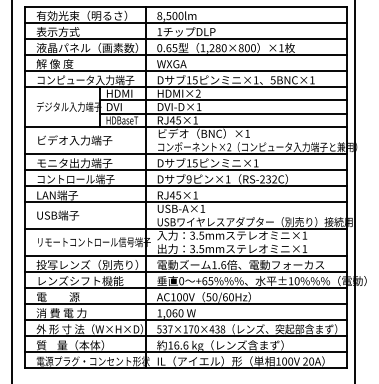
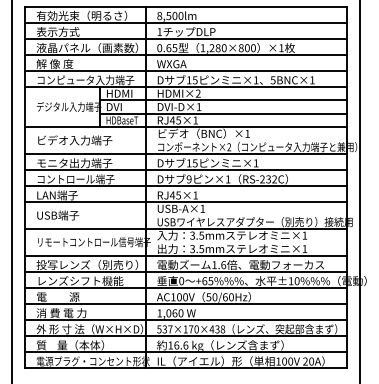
line at (355, 191) position: (355, 191) -> (360, 191)
